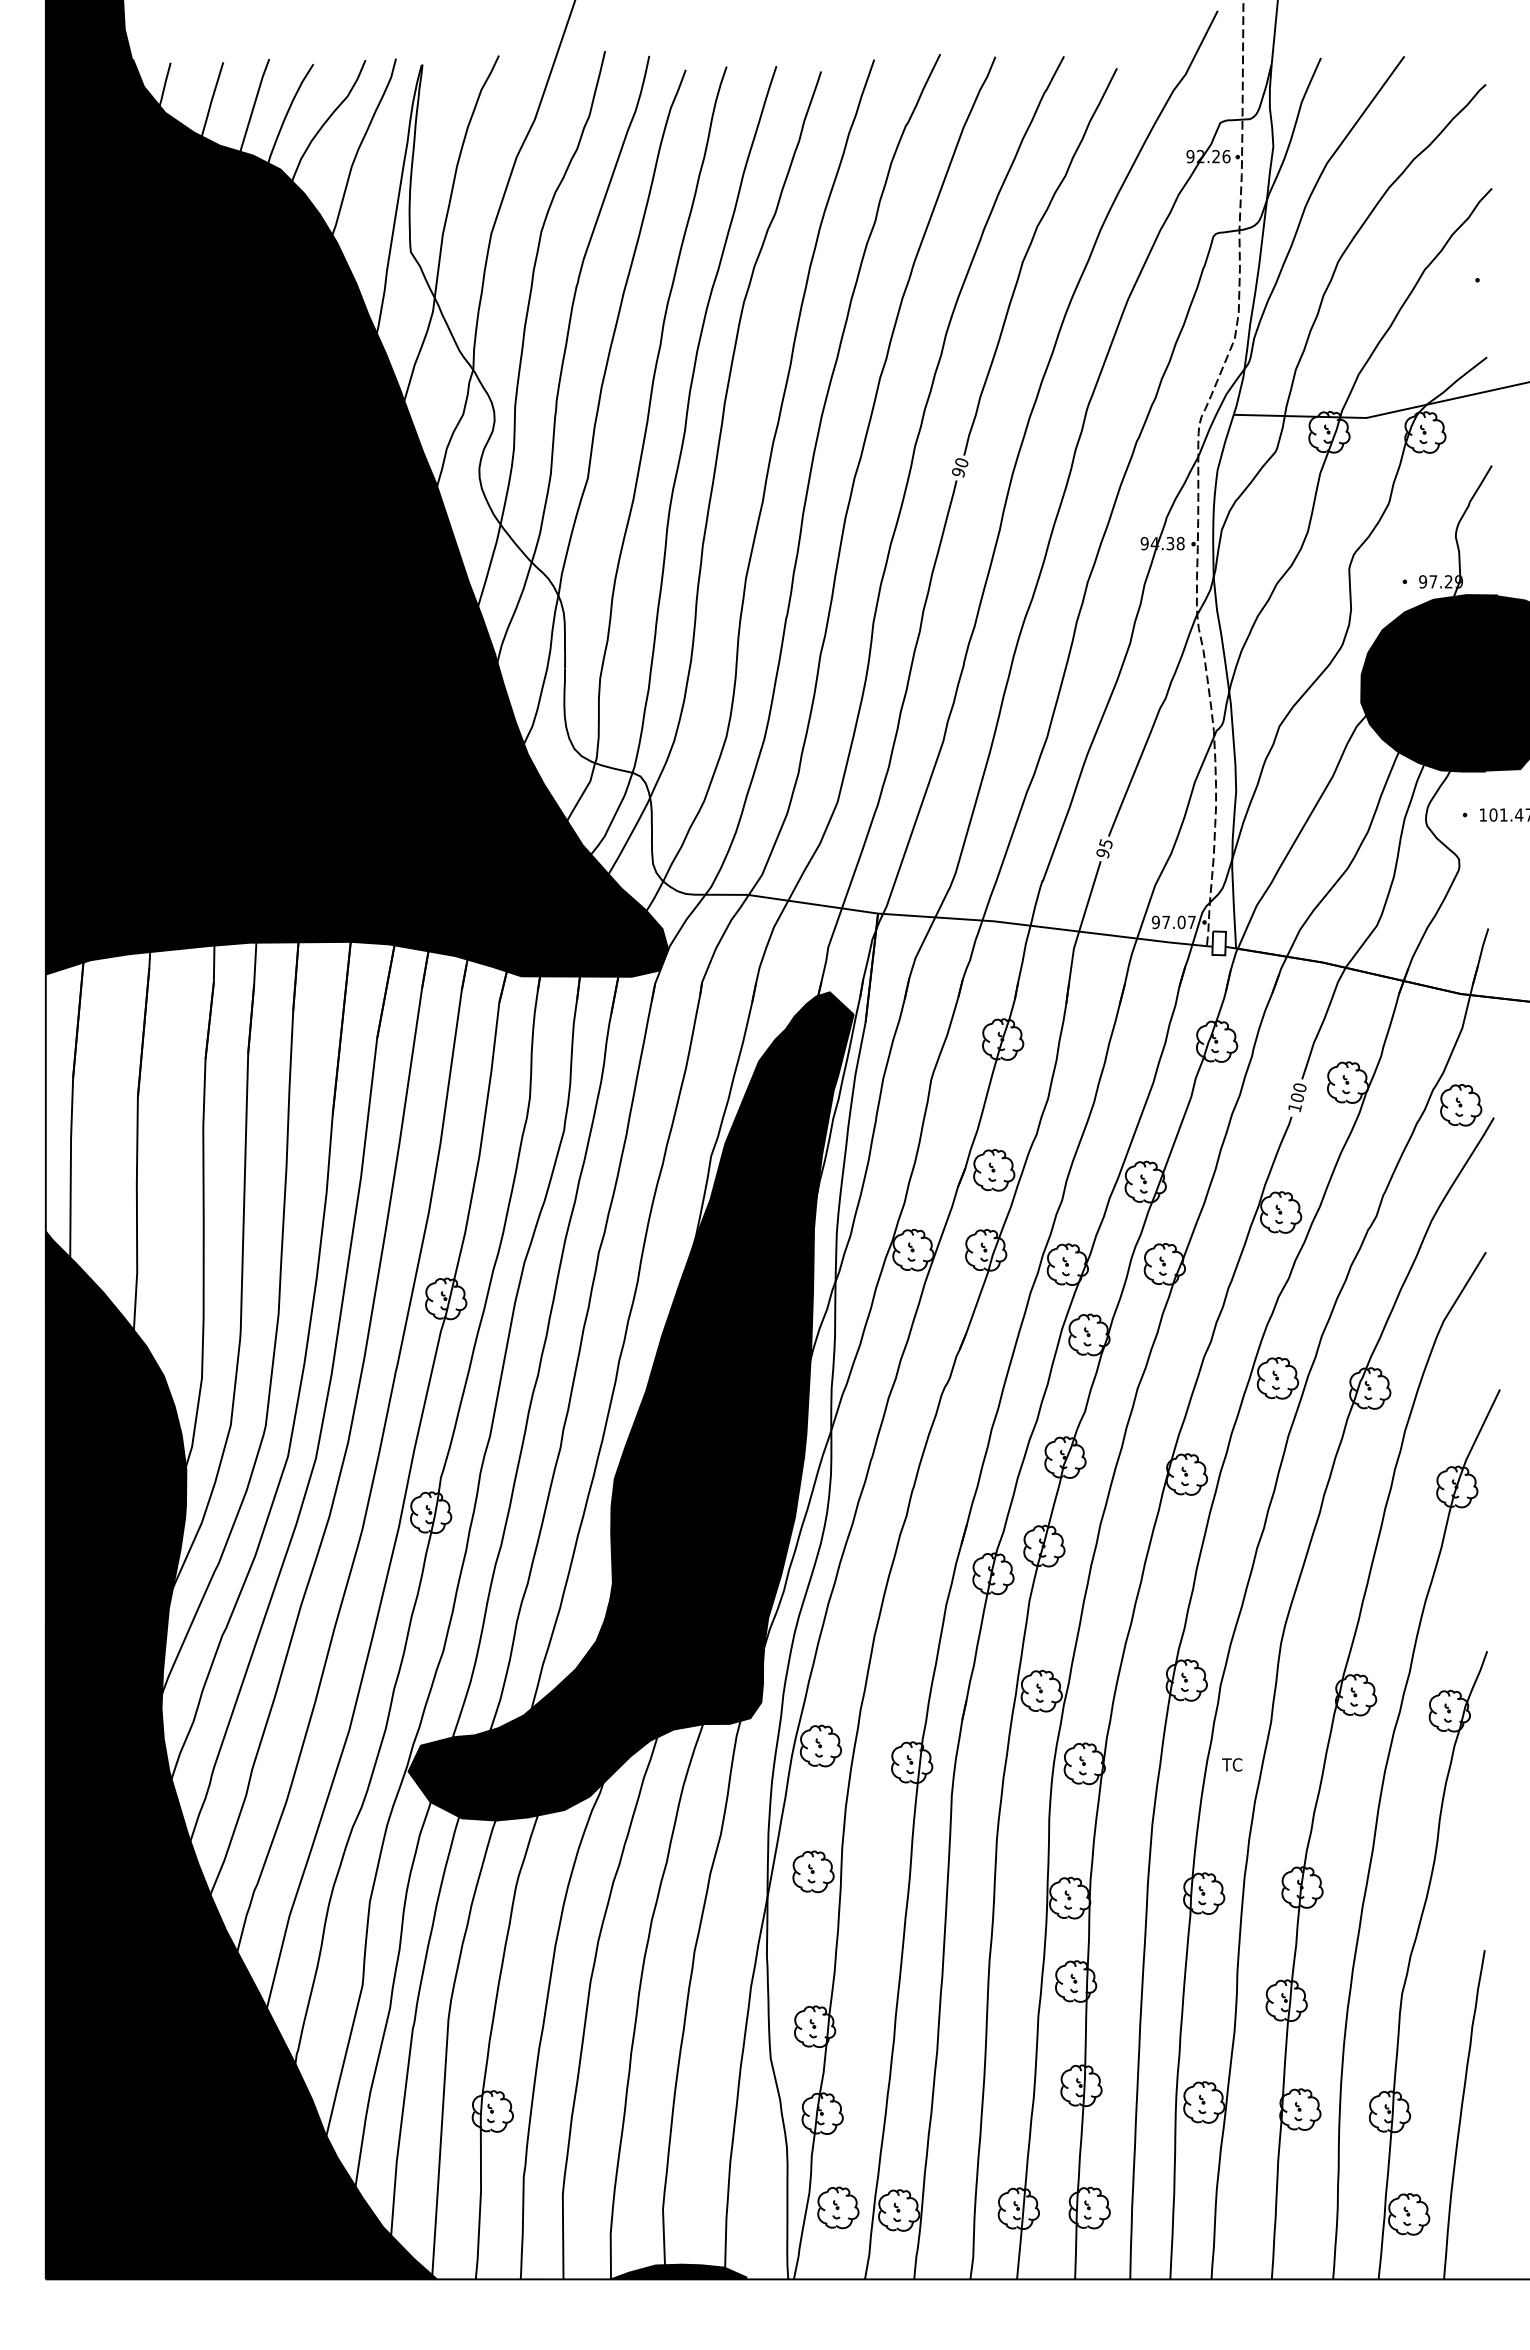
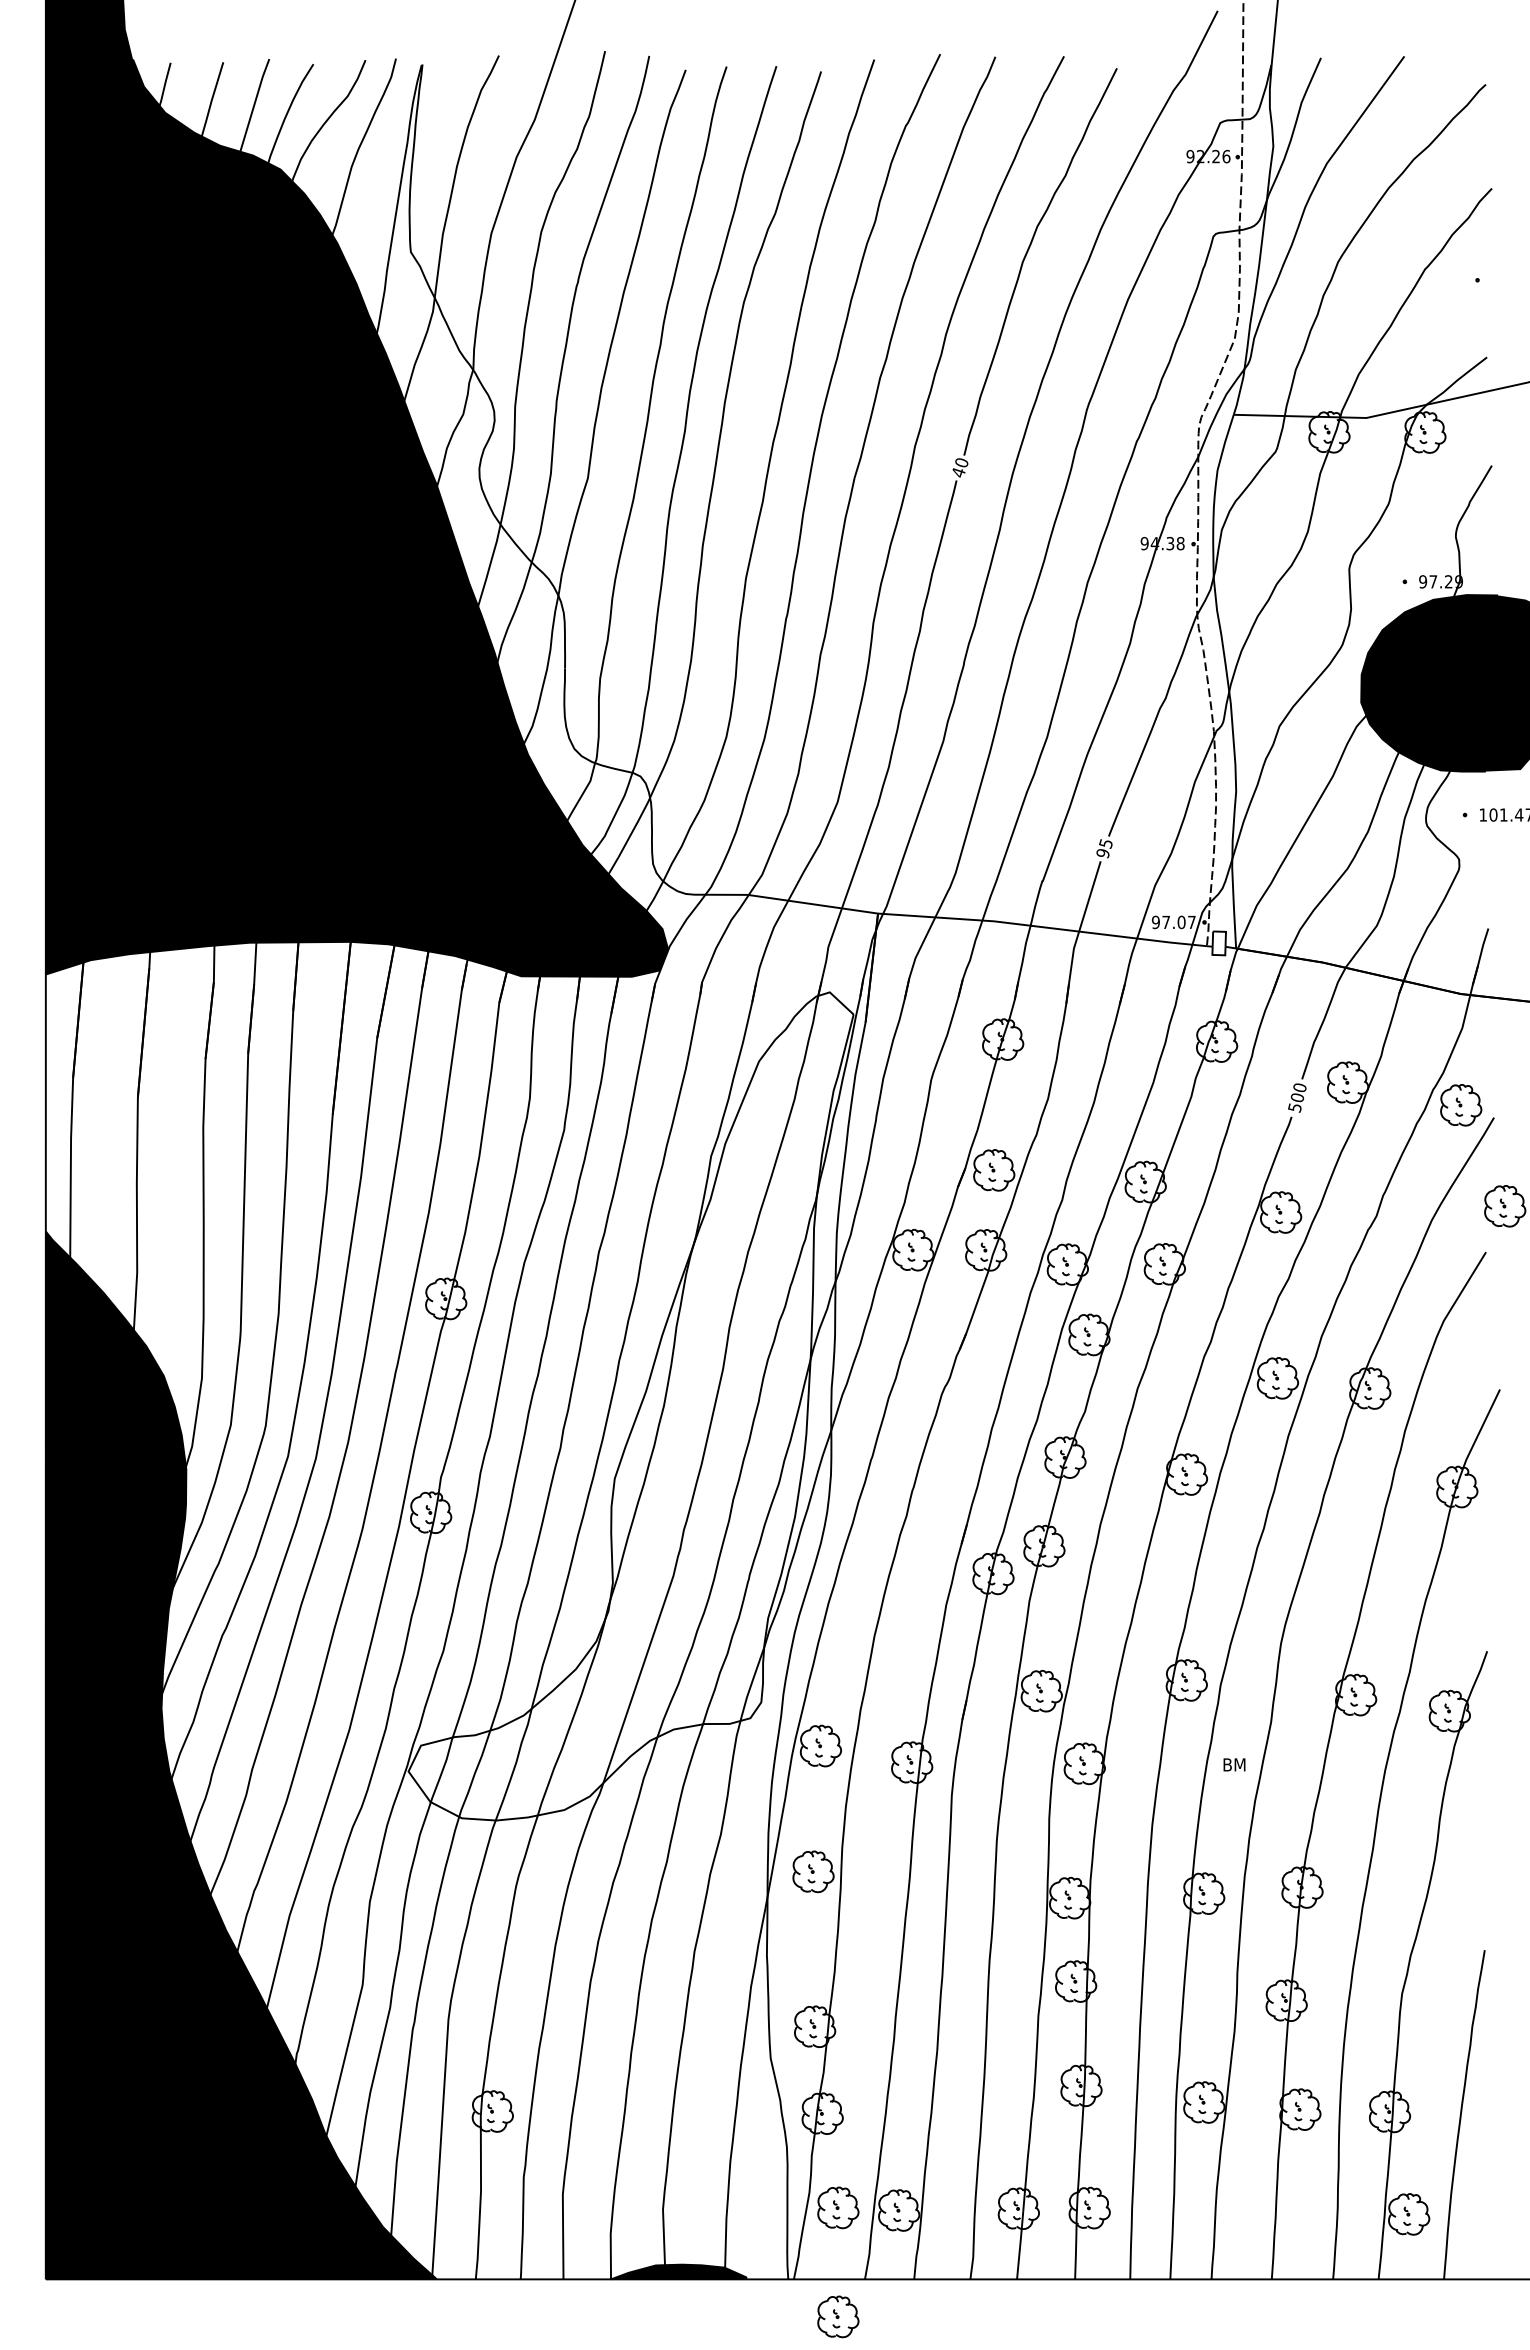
text at (958, 472): 90 -> 40
text at (1294, 1107): 100 -> 500
part at (1505, 1206): none -> present
fill at (630, 1406): present -> none
text at (1233, 1764): TC -> BM
part at (838, 2316): none -> present
